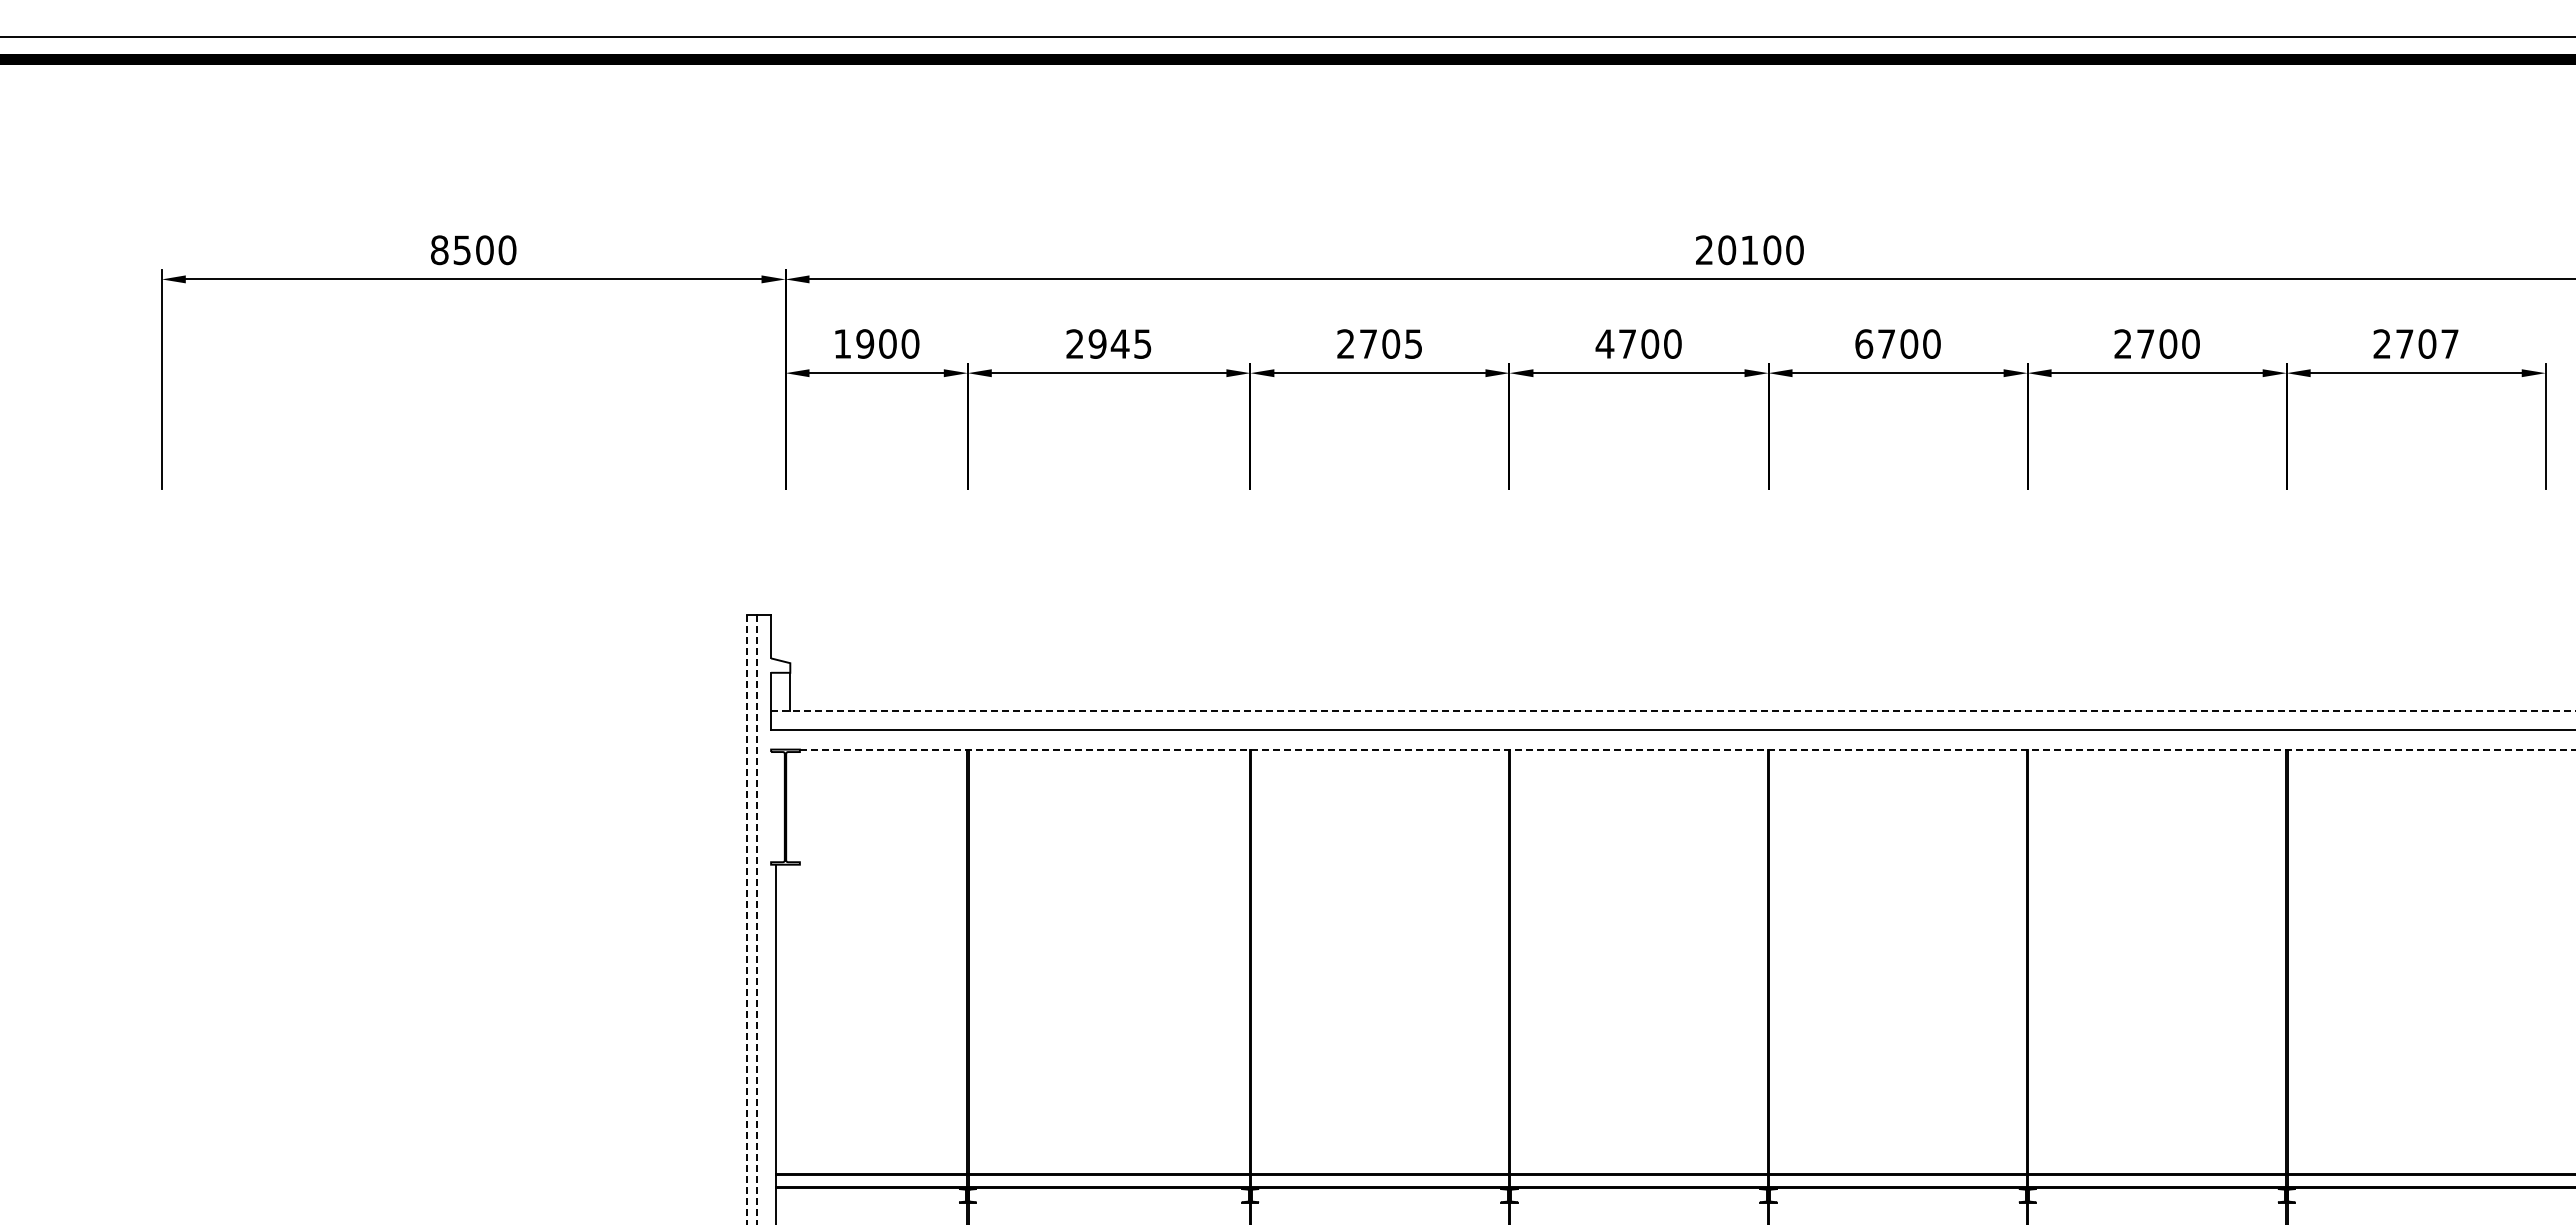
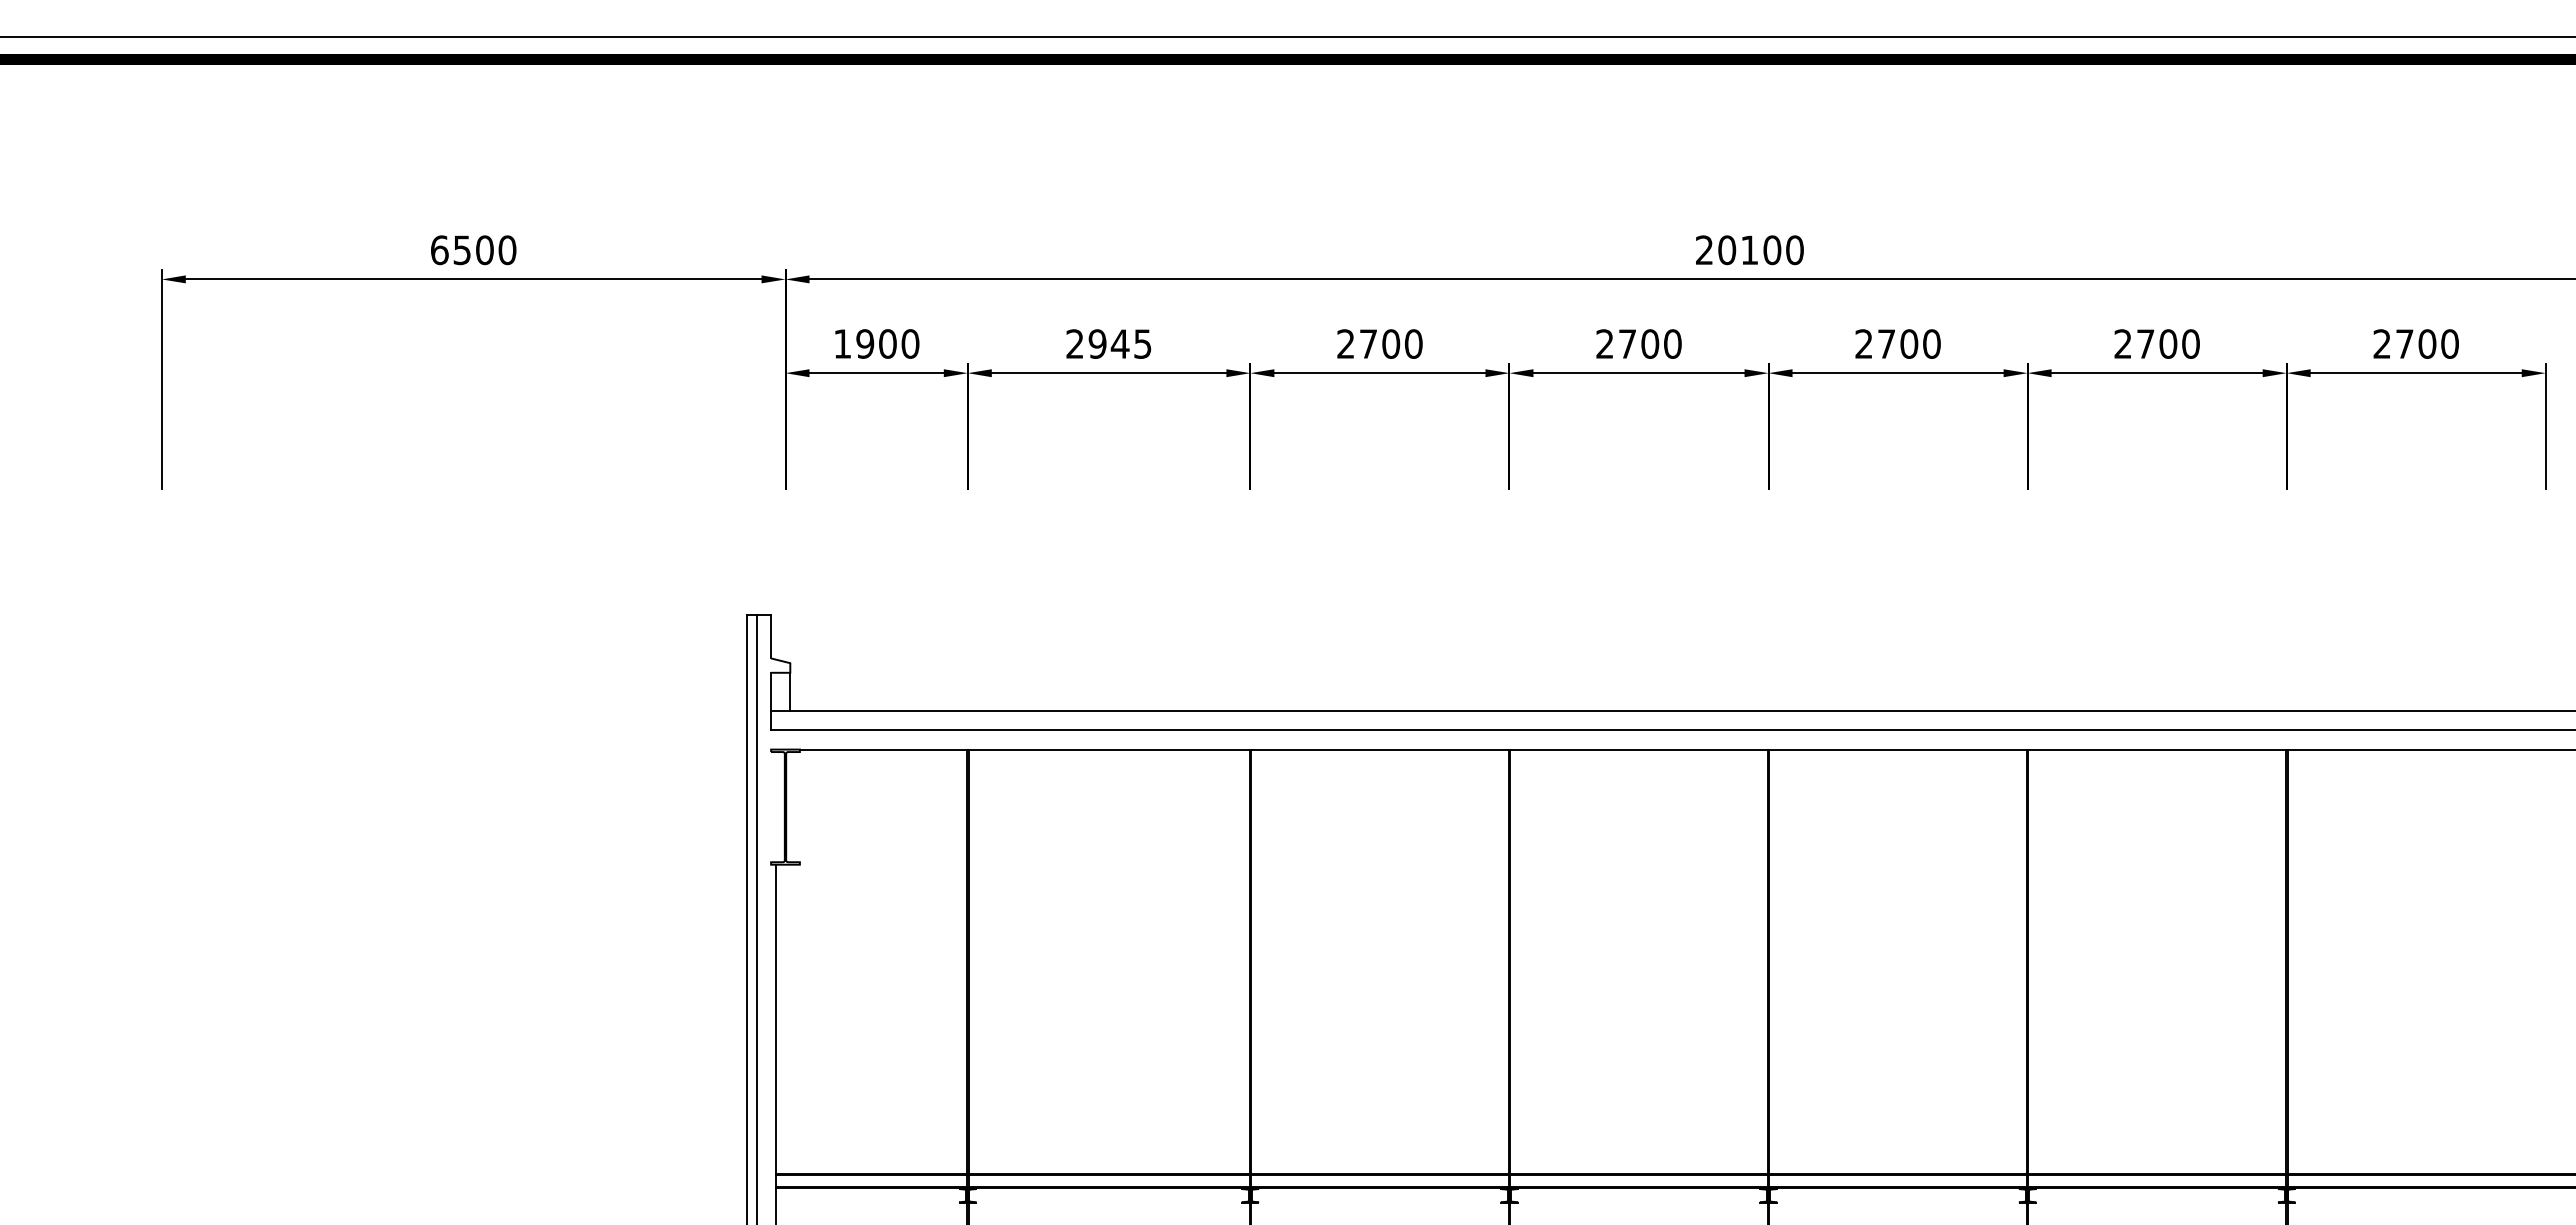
text at (439, 249): 8500 -> 6500
text at (1413, 343): 2705 -> 2700
text at (1604, 343): 4700 -> 2700
text at (1864, 343): 6700 -> 2700
text at (2449, 343): 2707 -> 2700
line at (1673, 711): dashed -> solid
line at (1687, 749): dashed -> solid
line at (747, 920): dashed -> solid
line at (756, 920): dashed -> solid
